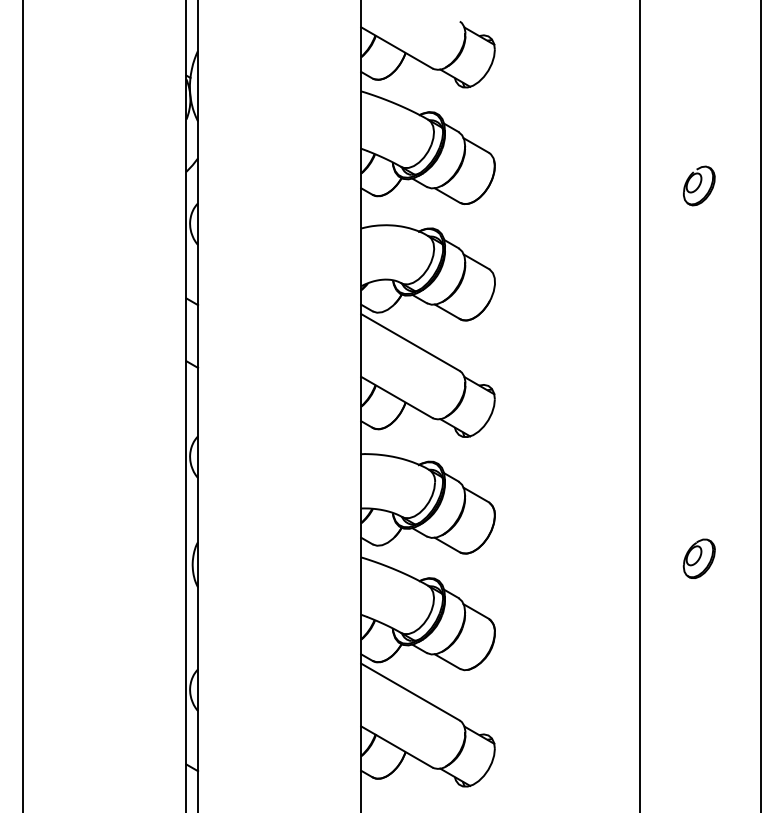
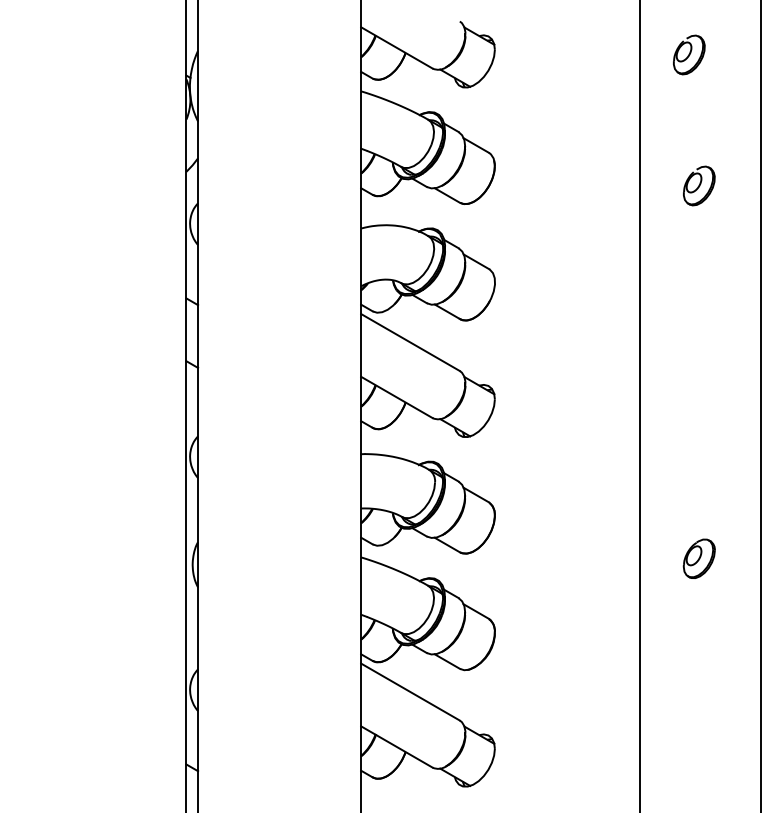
part at (689, 54): none -> present
line at (23, 405): present -> none
